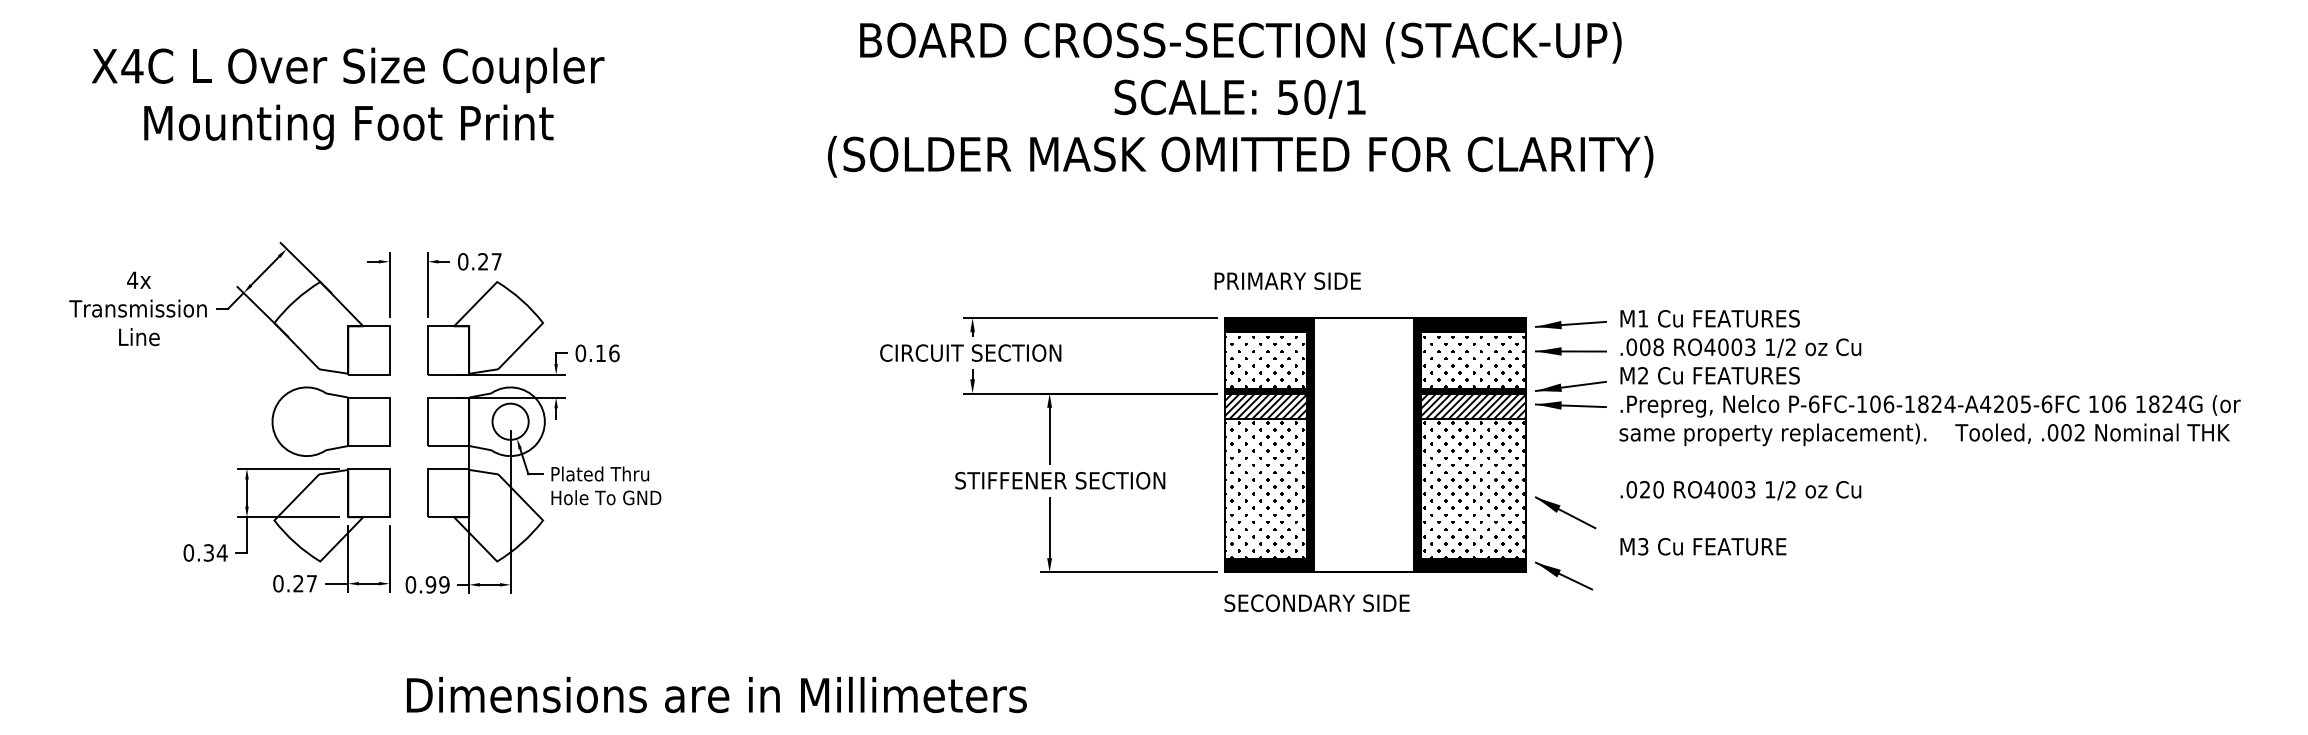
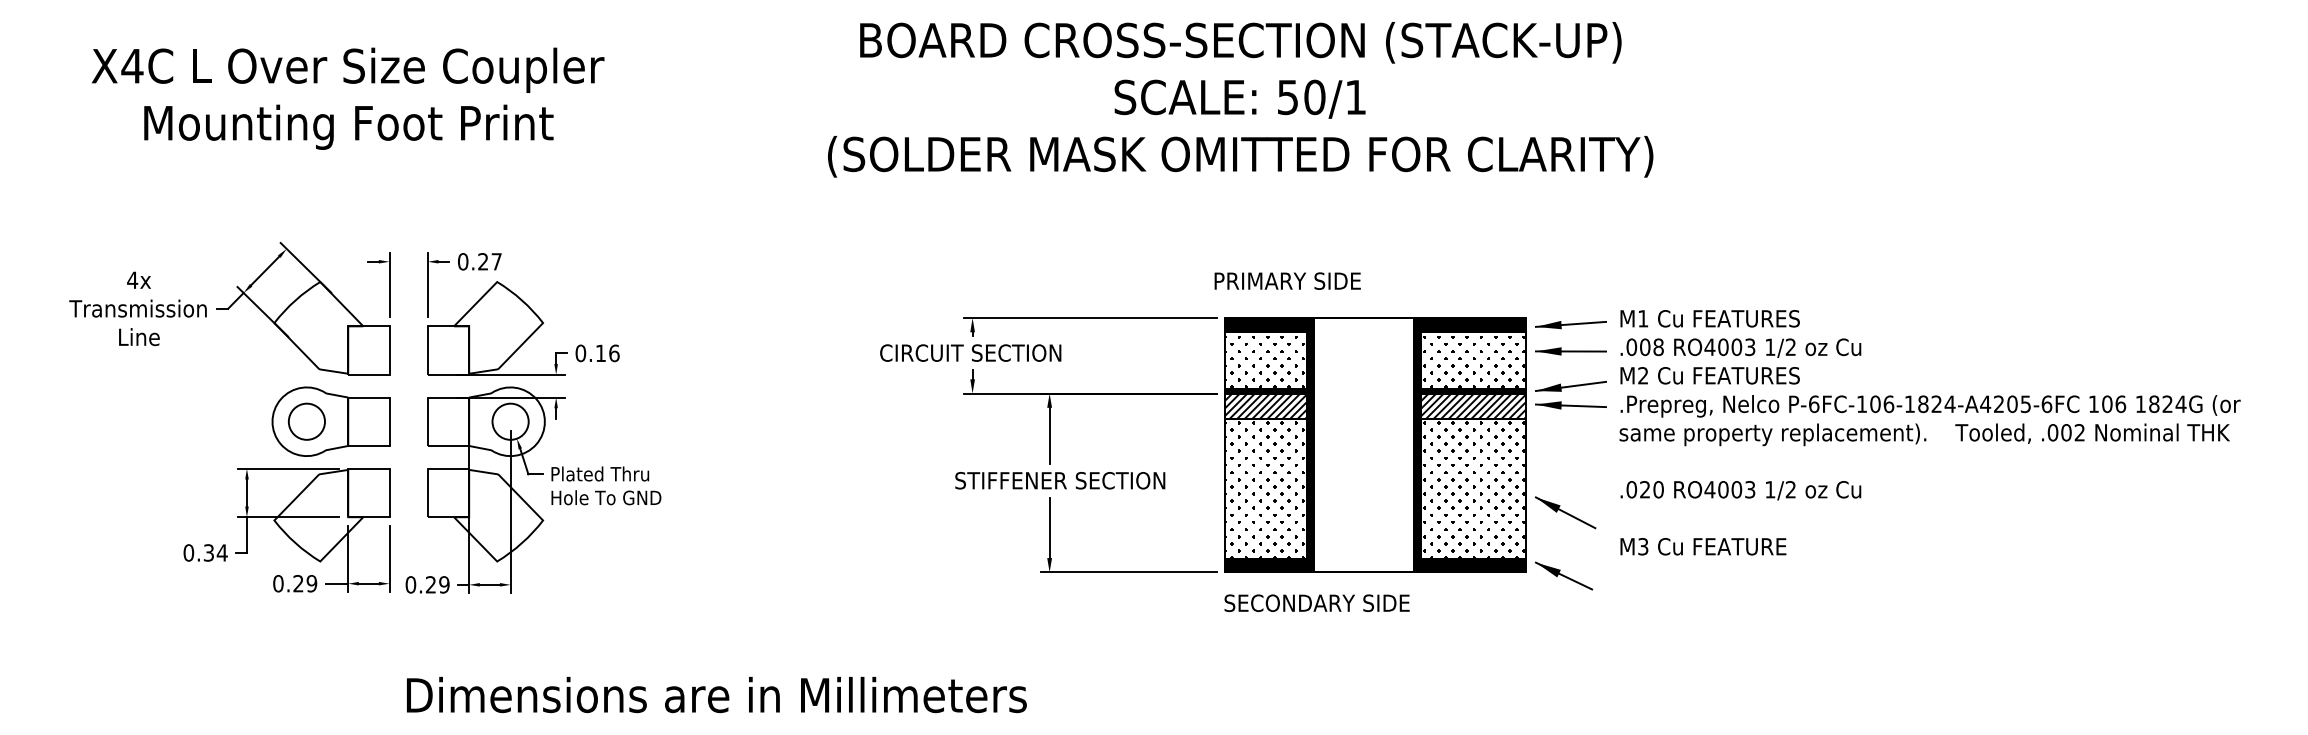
circle at (306, 421): none -> present
text at (311, 583): 0.27 -> 0.29
text at (430, 584): 0.99 -> 0.29
